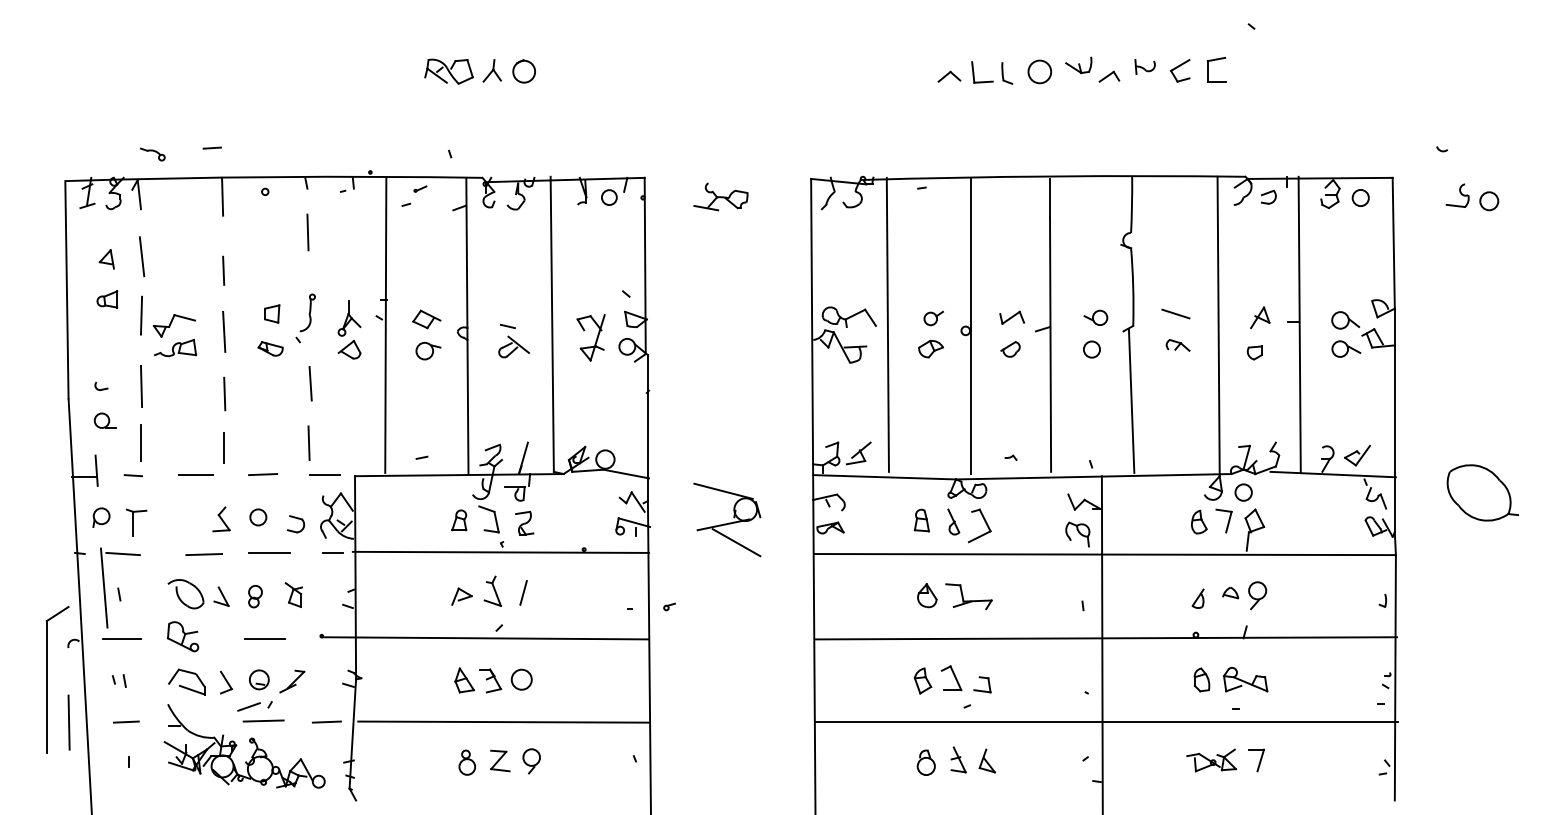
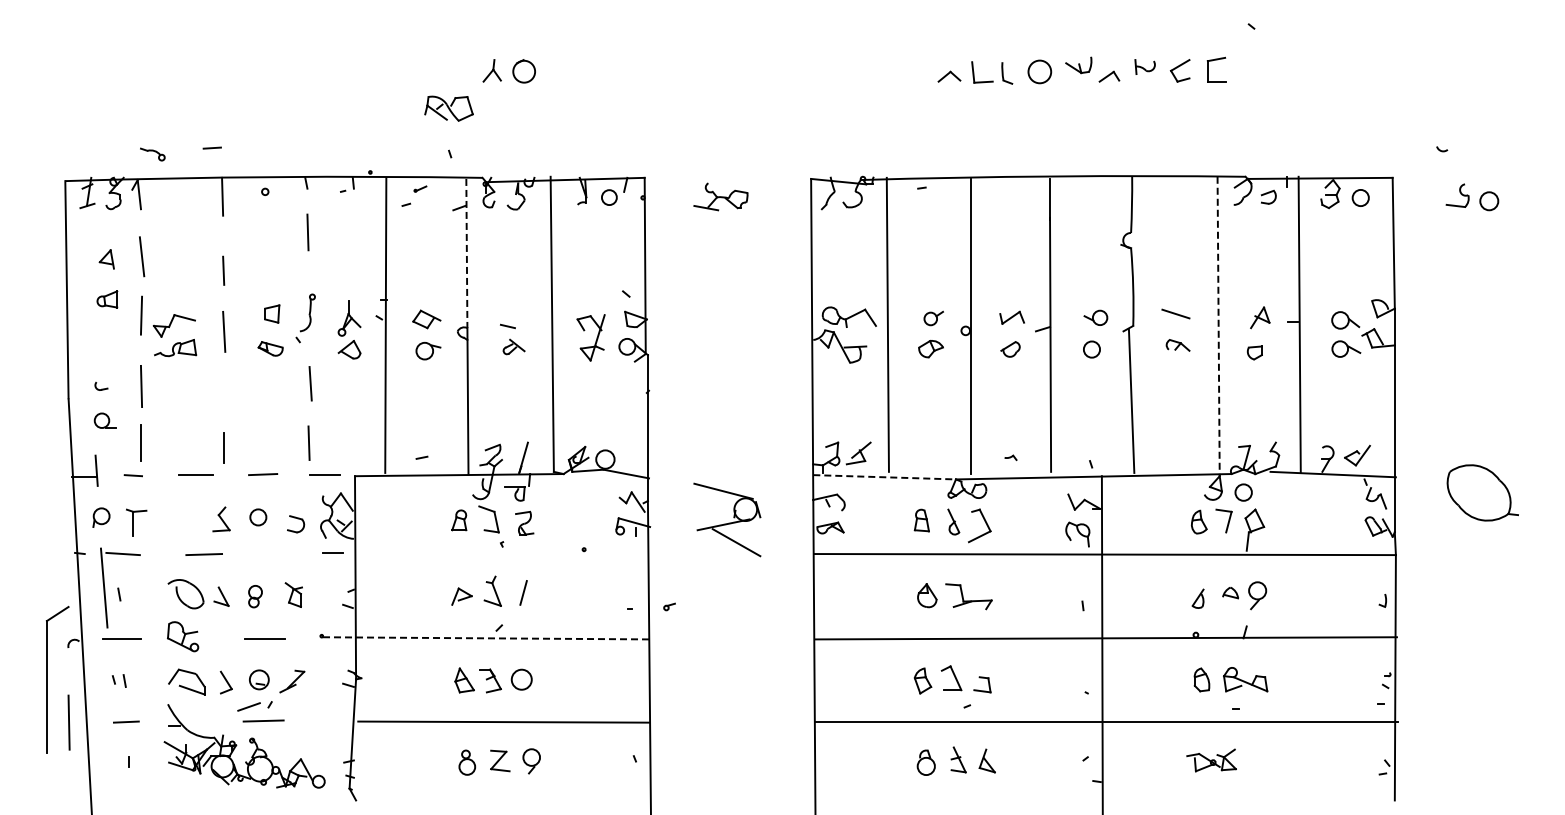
part at (448, 71) position: (448, 71) -> (448, 108)
line at (466, 253): solid -> dashed
line at (1218, 326): solid -> dashed
part at (513, 346) size: 32x24 px -> 24x18 px
line at (224, 393): present -> none
line at (885, 477): solid -> dashed
line at (500, 551): present -> none
line at (269, 552): present -> none
line at (485, 638): solid -> dashed
line at (326, 721): present -> none
part at (1256, 760): present -> none
